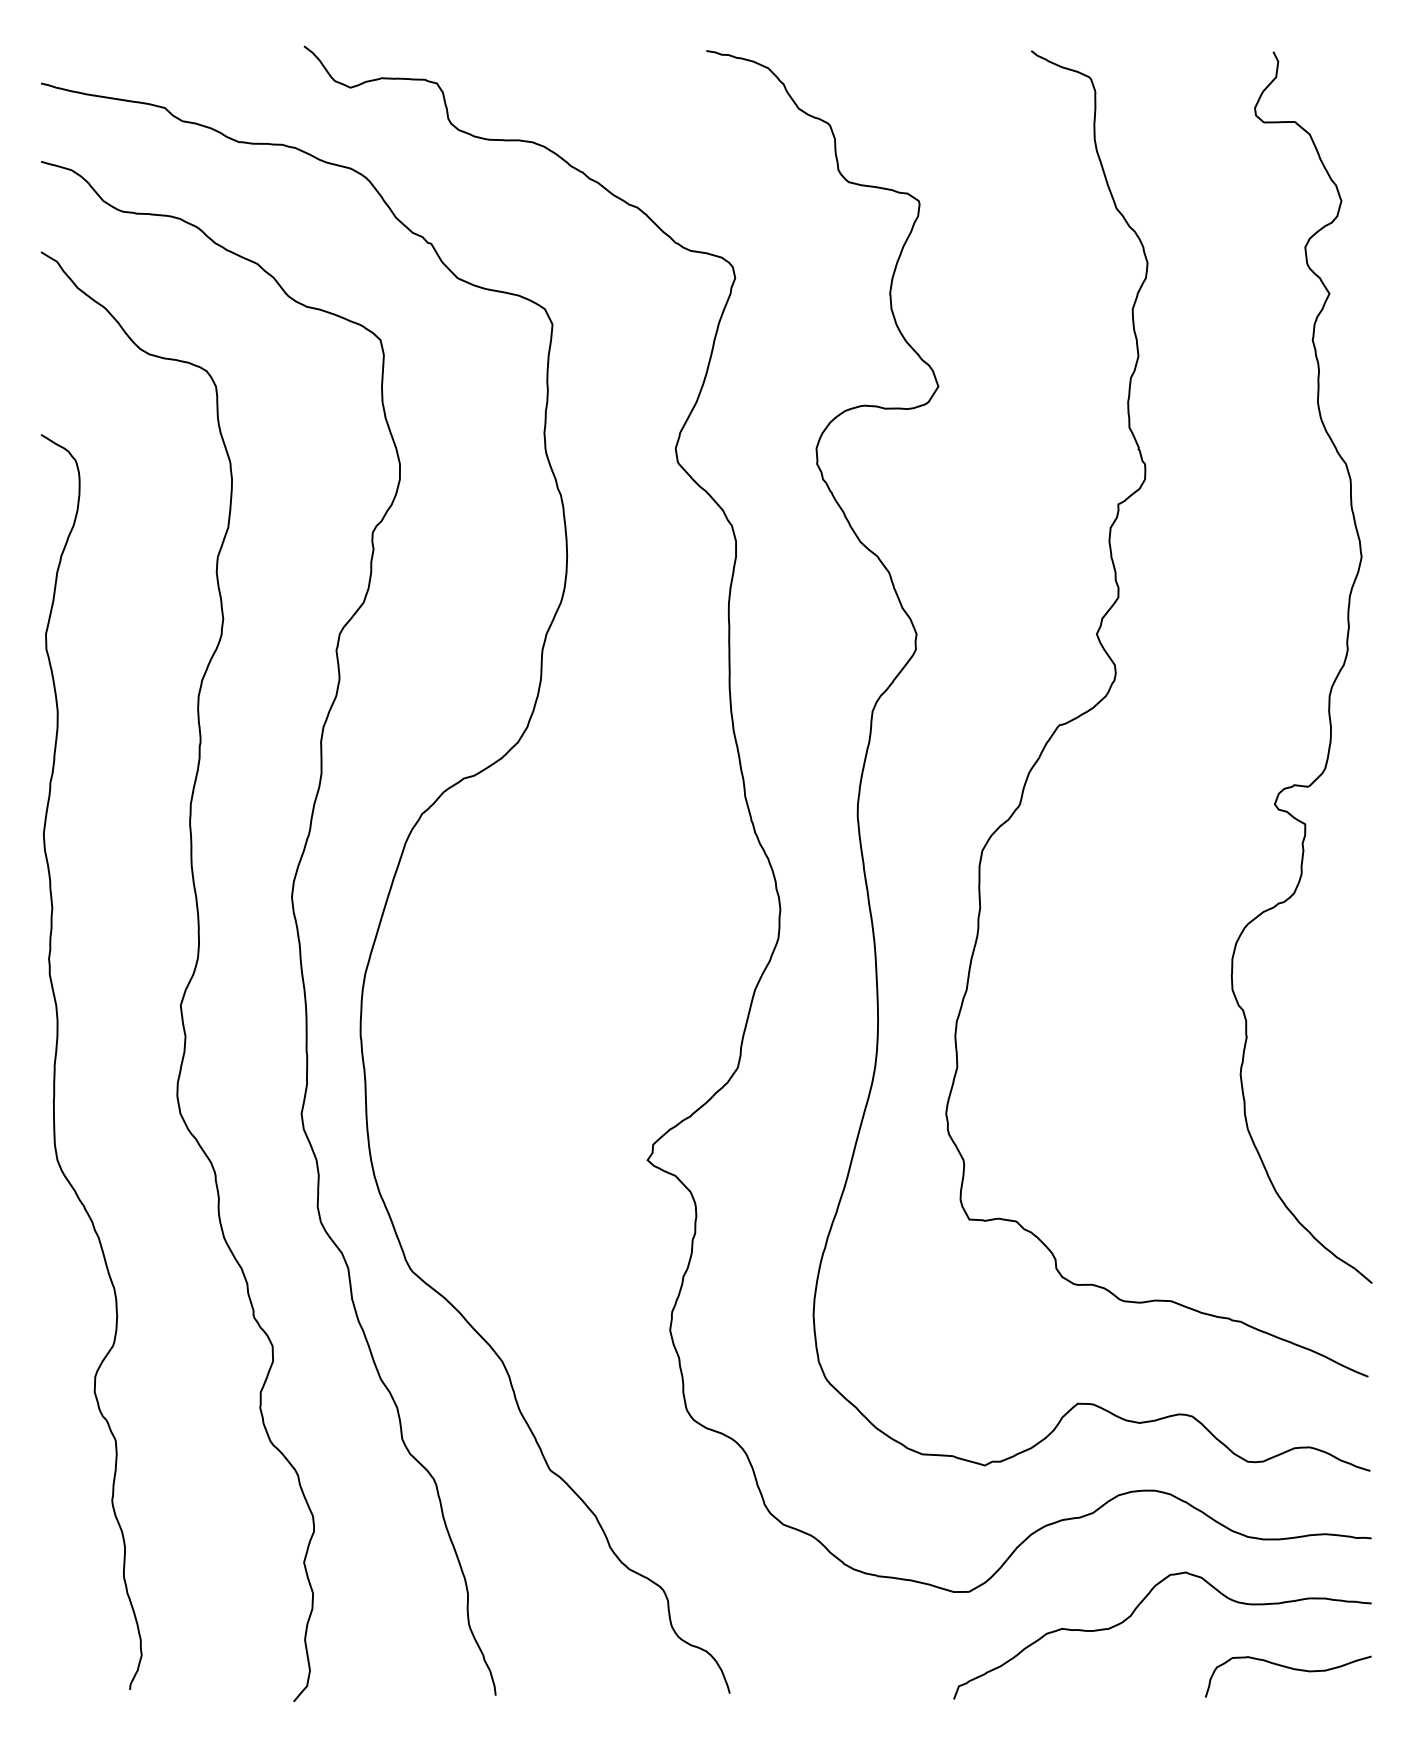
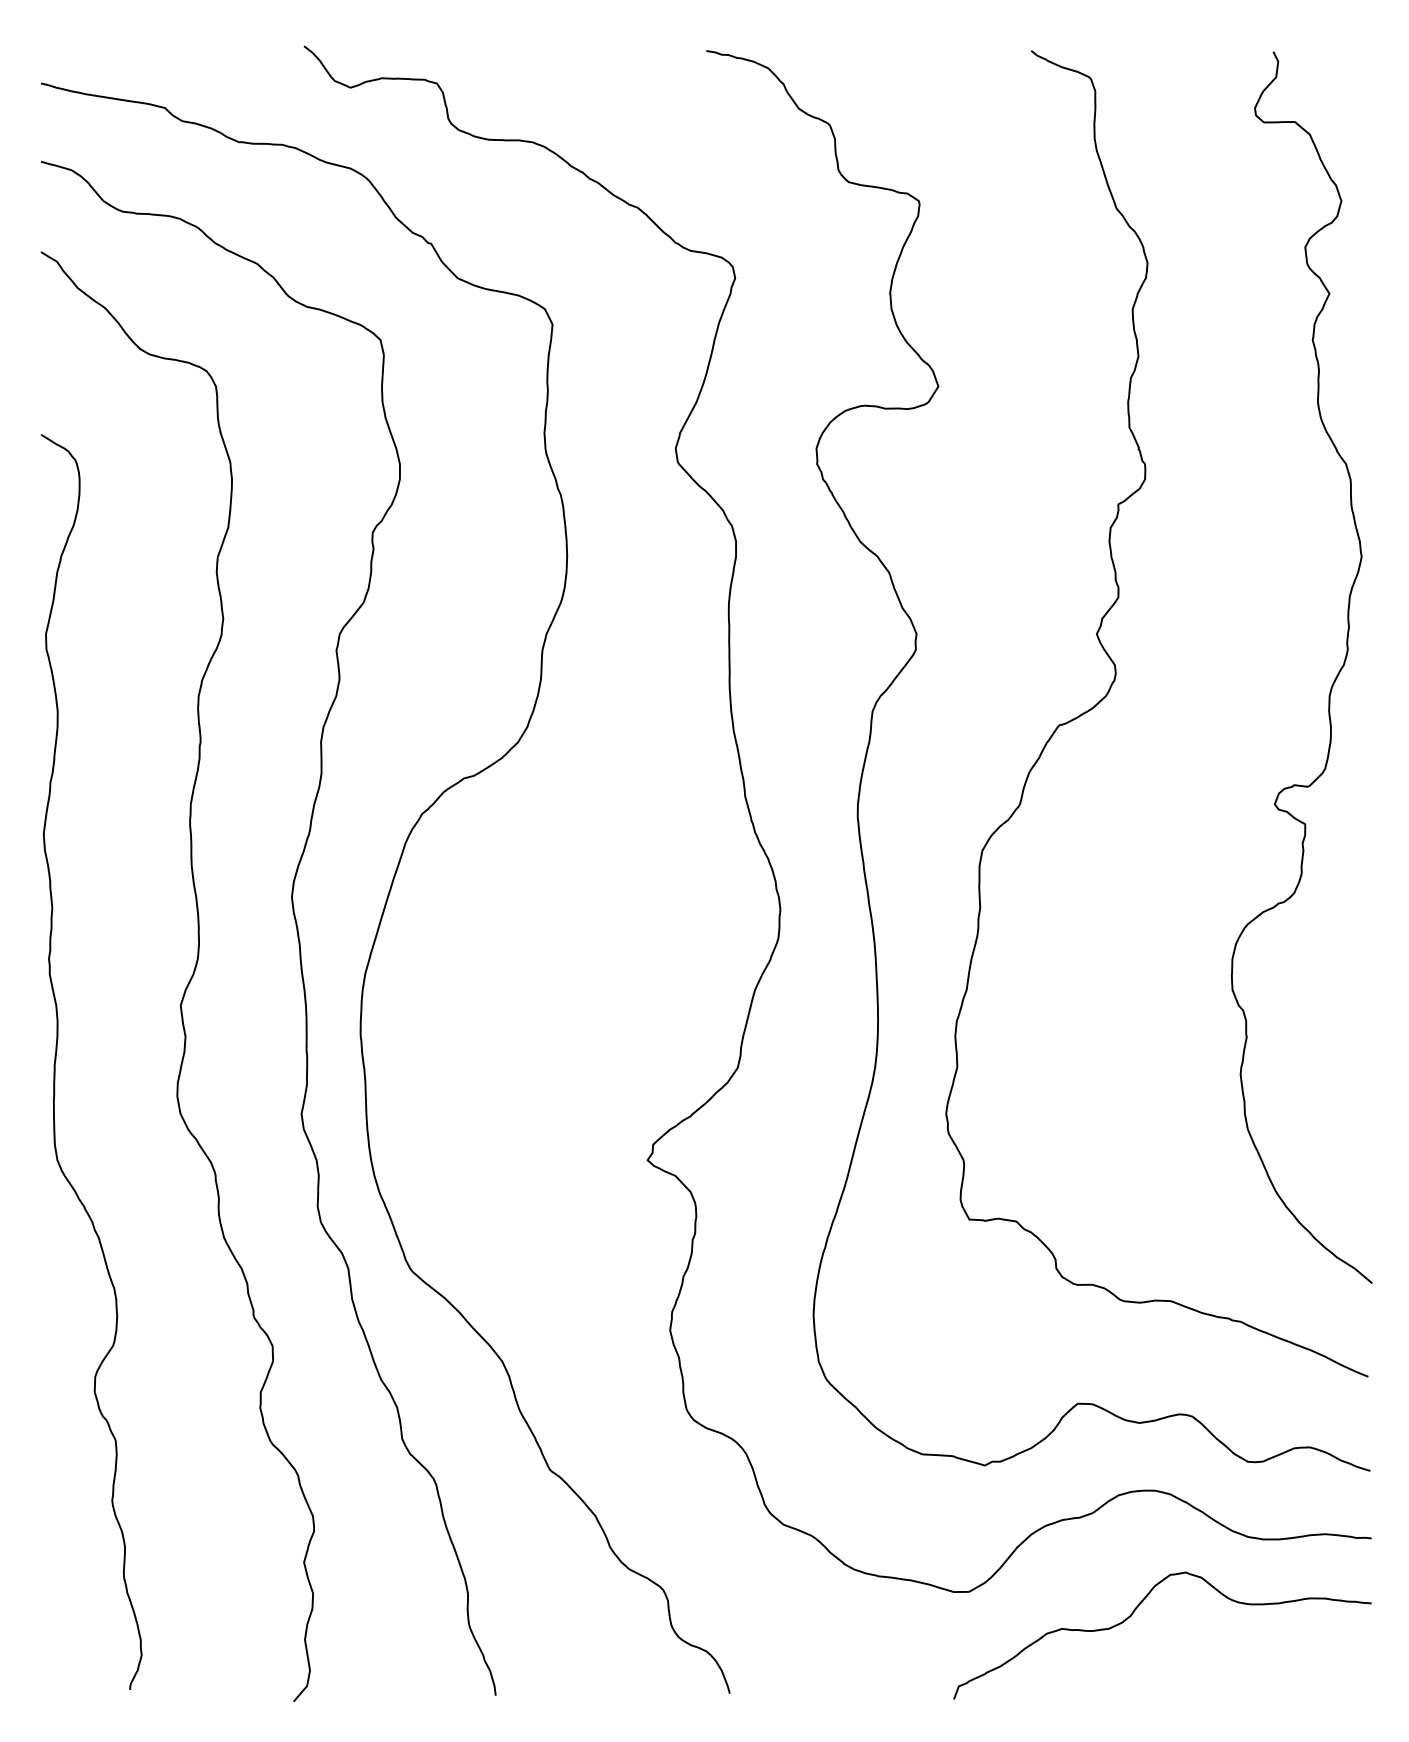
curve at (1290, 1669): present -> none
